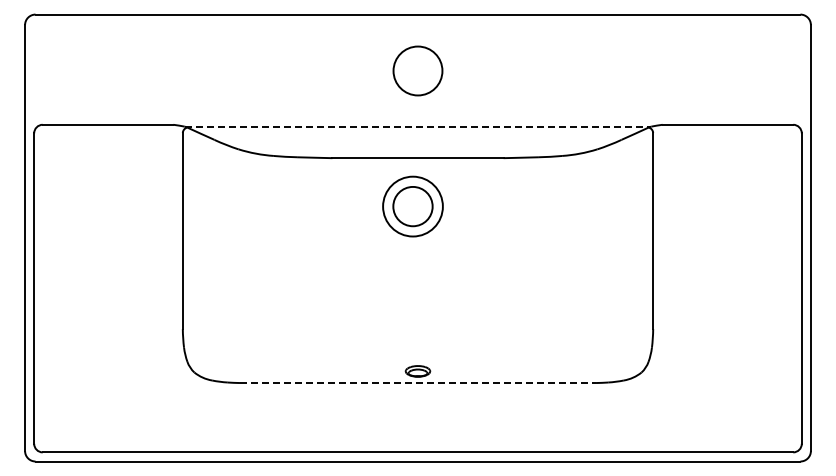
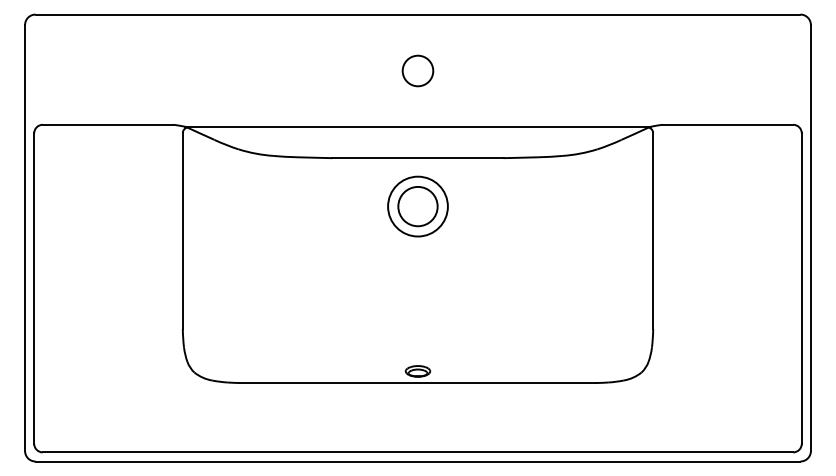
circle at (417, 70) diameter: 49 px -> 31 px
line at (418, 126): dashed -> solid
part at (412, 206) position: (412, 206) -> (417, 206)
line at (418, 383): dashed -> solid
